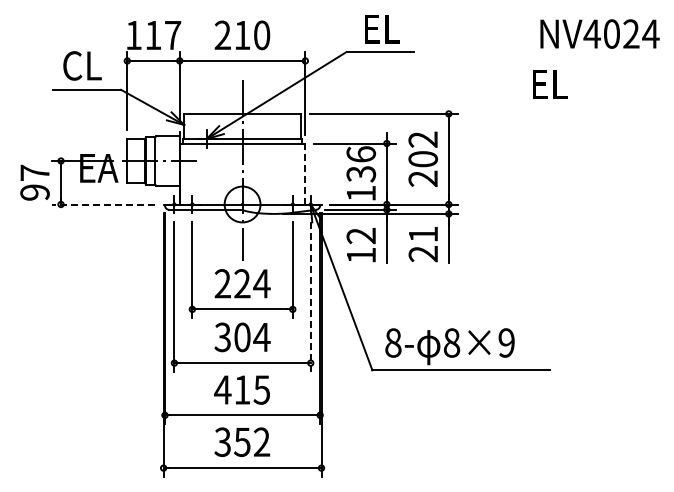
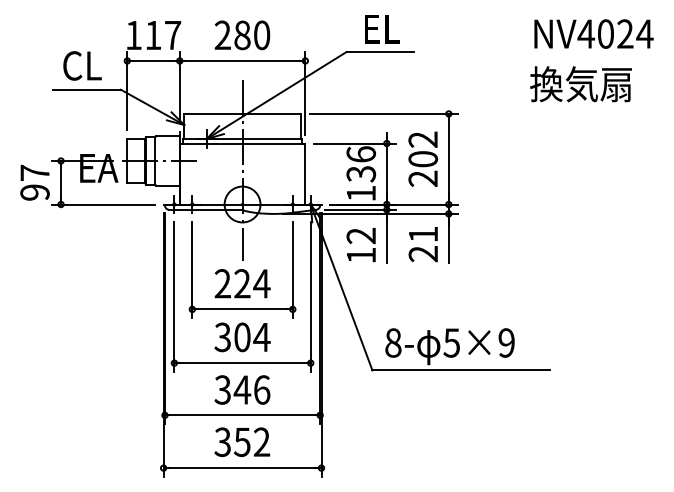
text at (599, 33) position: (599, 33) -> (593, 33)
text at (242, 35): 210 -> 280
text at (580, 84): EL -> 換気扇
line at (305, 173): dashed -> solid
line at (102, 204): dashed -> solid
line at (310, 297): dashed -> solid
text at (451, 342): 8×9 -> 5×9
text at (242, 389): 415 -> 346
